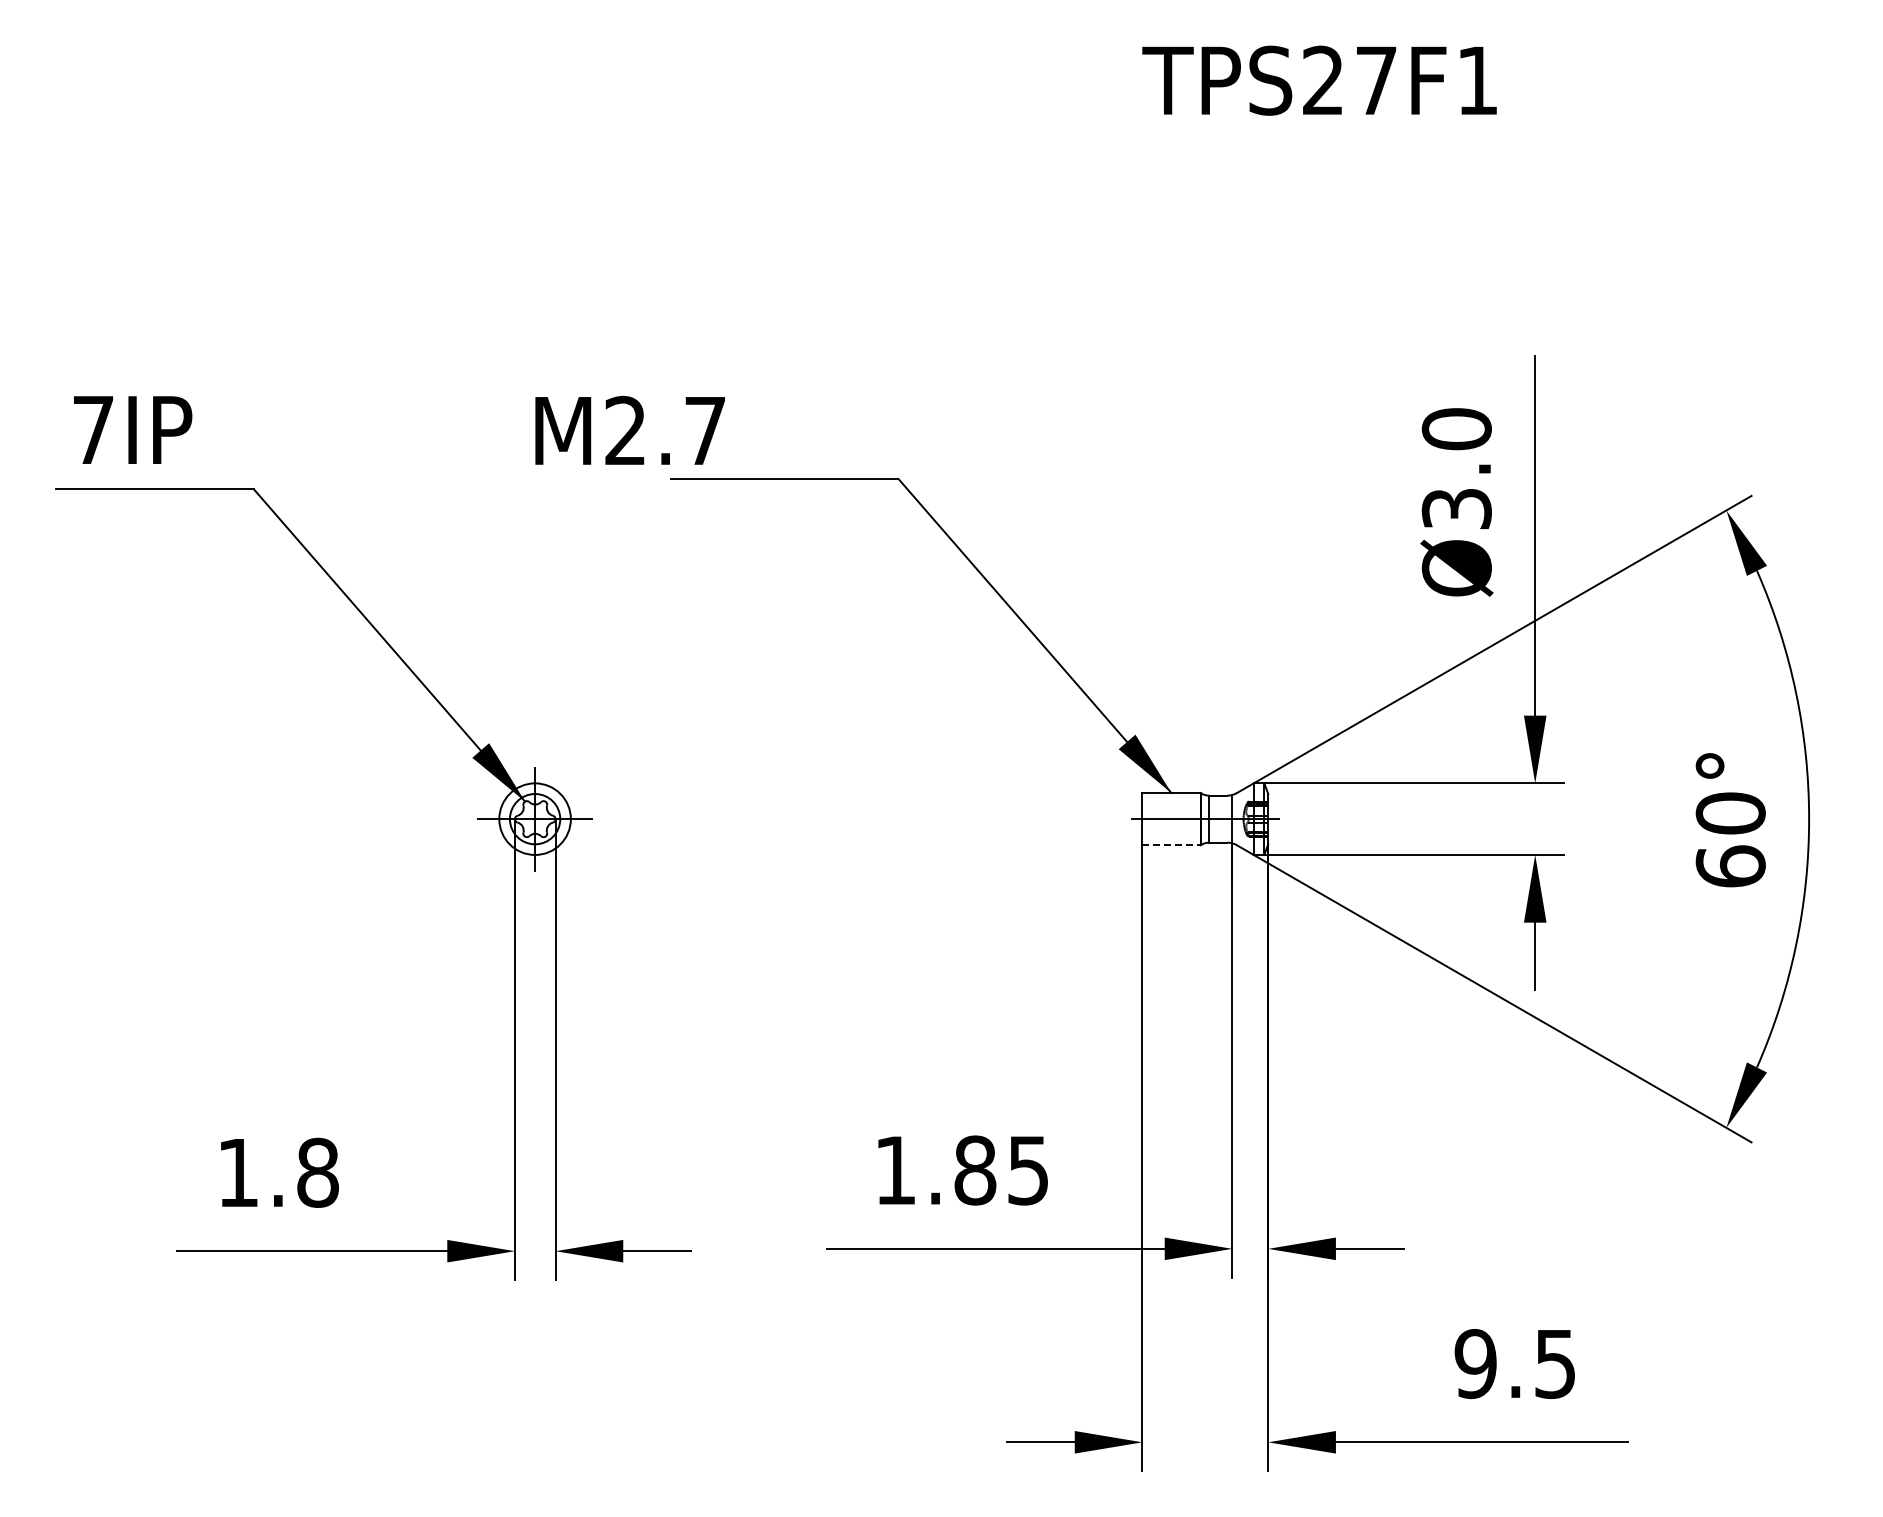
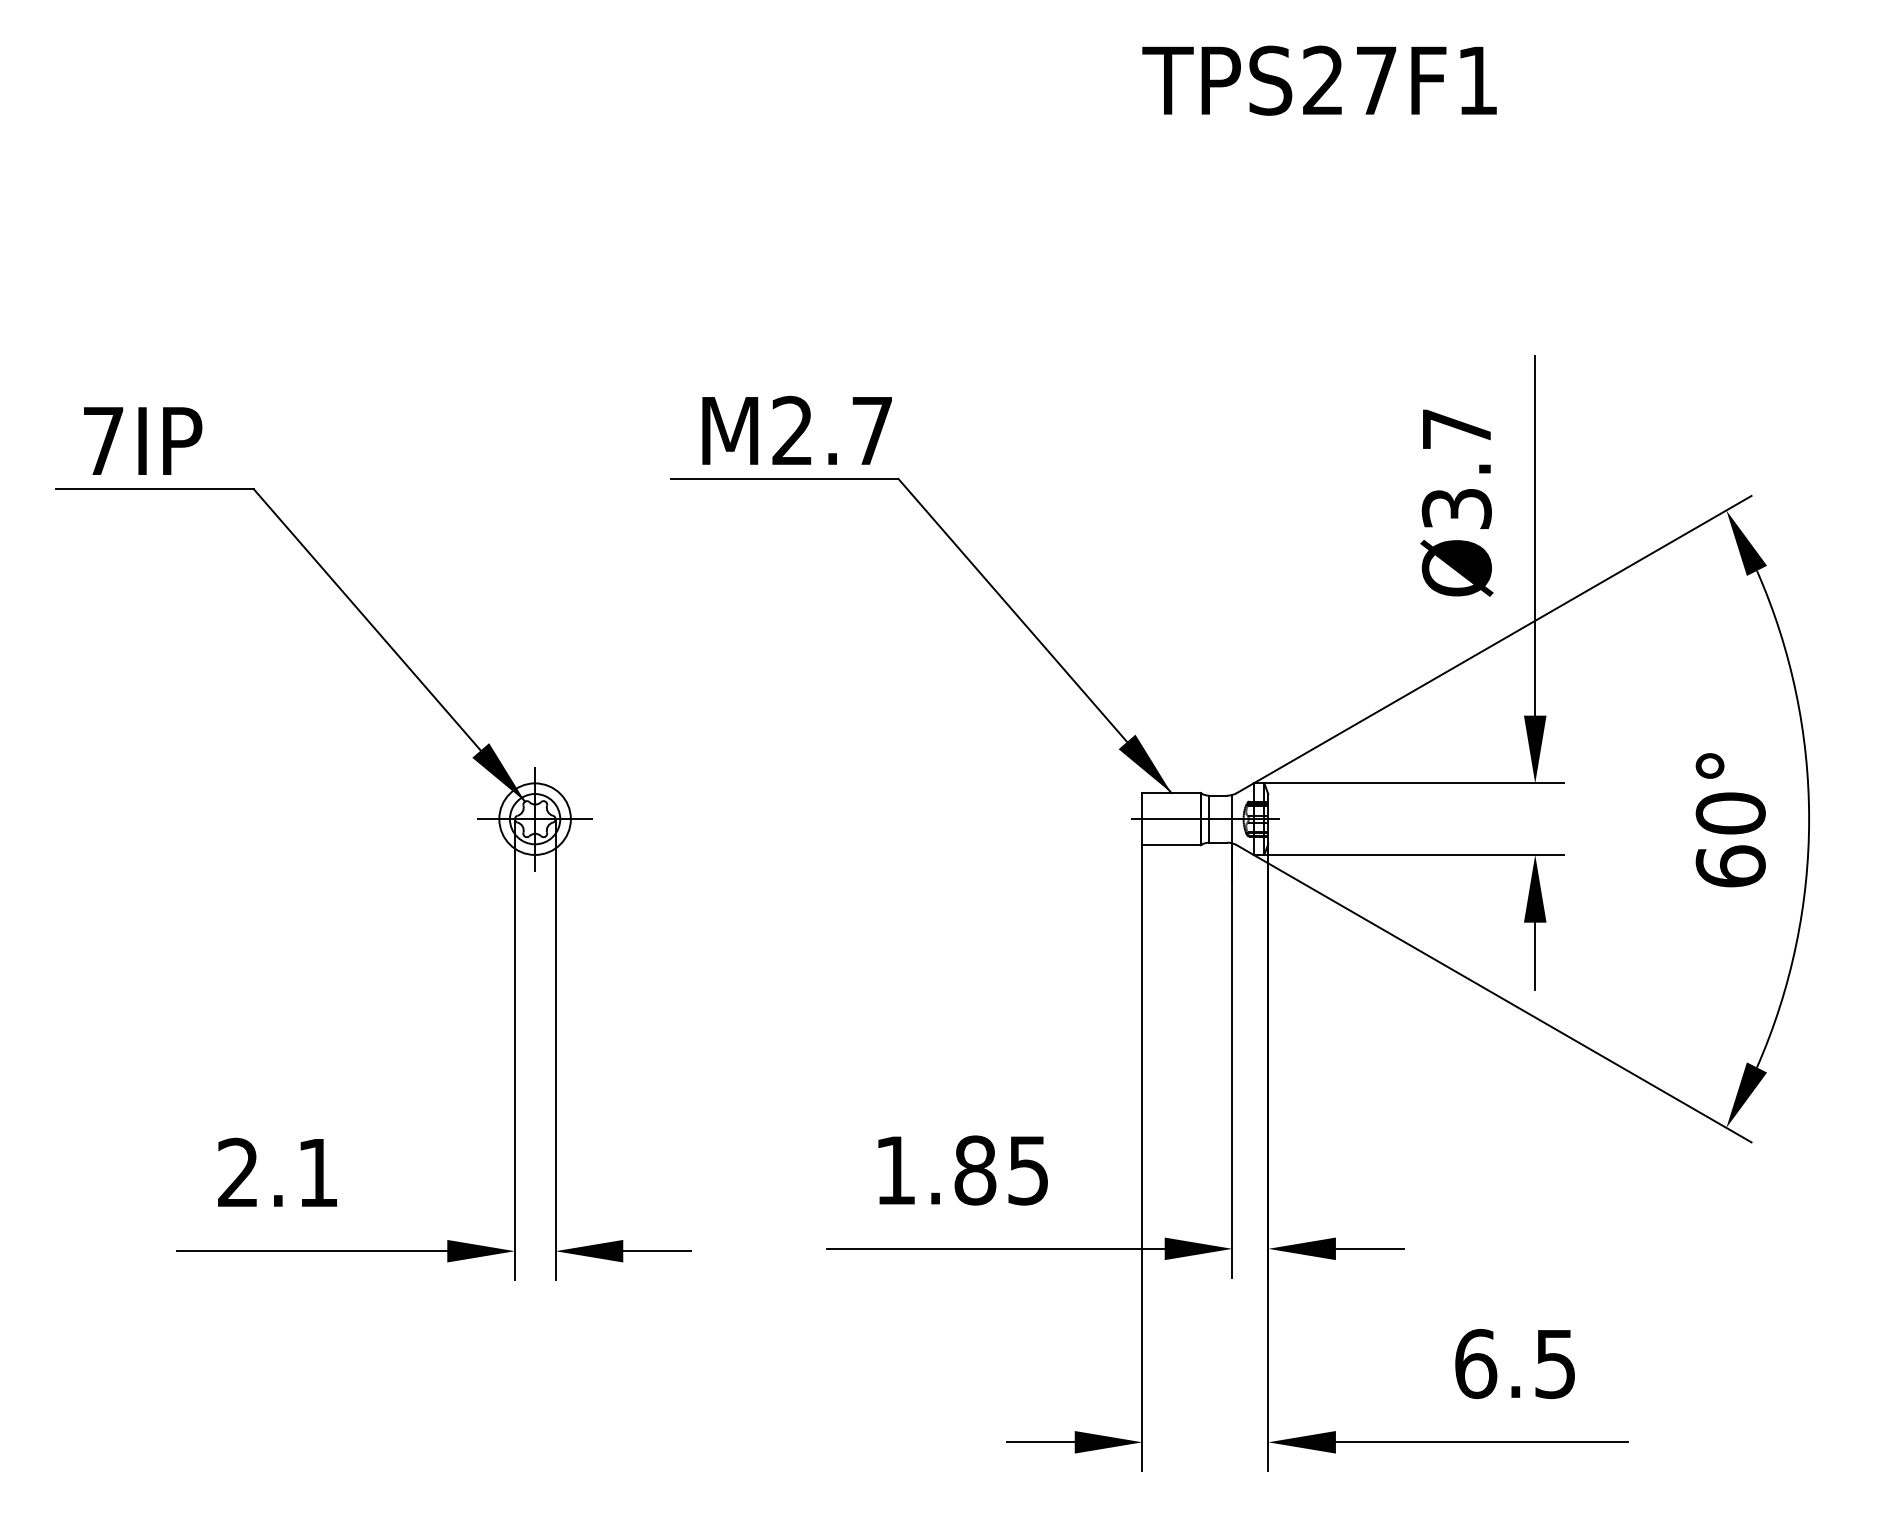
text at (133, 429) position: (133, 429) -> (143, 440)
text at (629, 429) position: (629, 429) -> (796, 429)
text at (1456, 429): Ø3.0 -> Ø3.7
line at (1171, 845): dashed -> solid
text at (278, 1172): 1.8 -> 2.1
text at (1475, 1364): 9.5 -> 6.5
